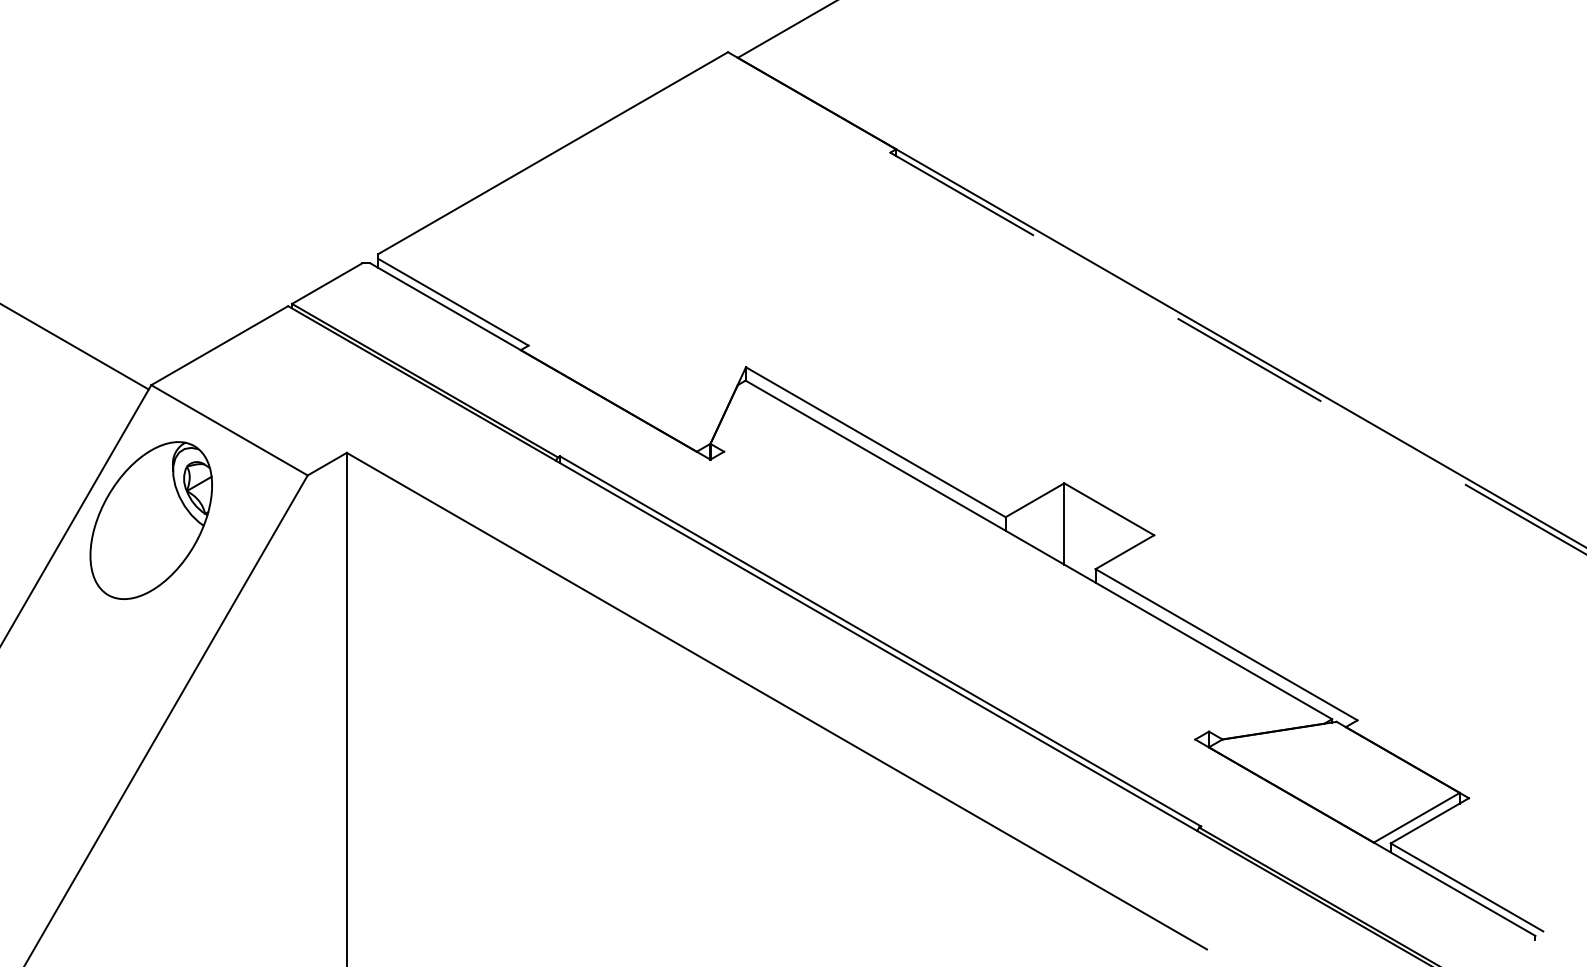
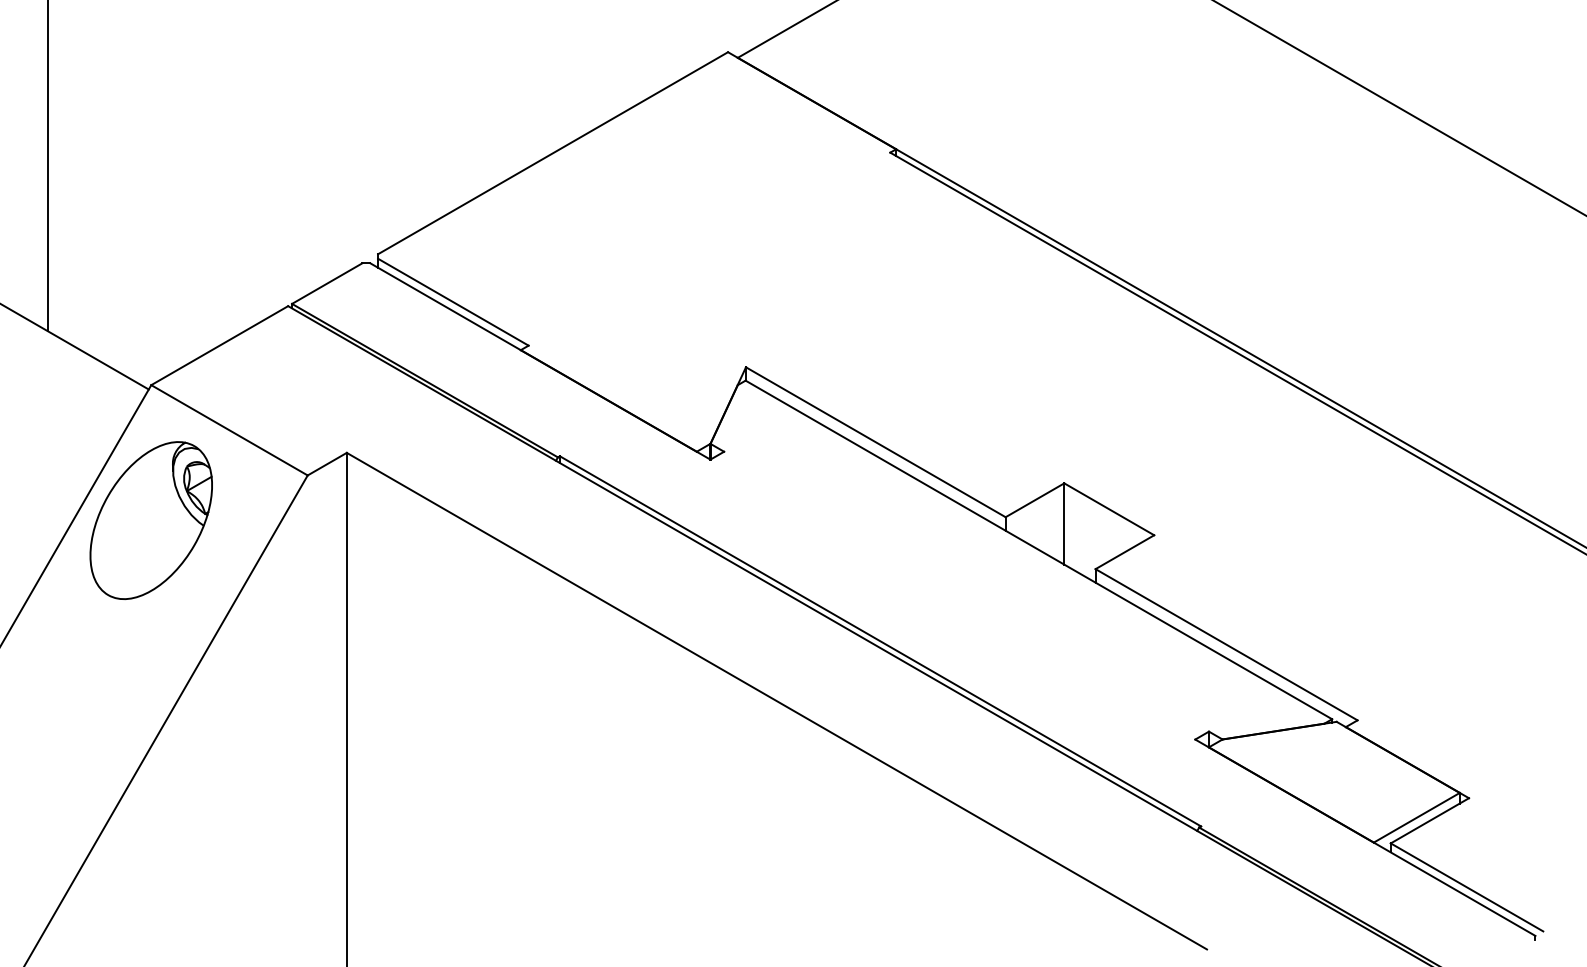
line at (1399, 108): none -> present
line at (47, 166): none -> present
line at (1239, 353): dashed -> solid
